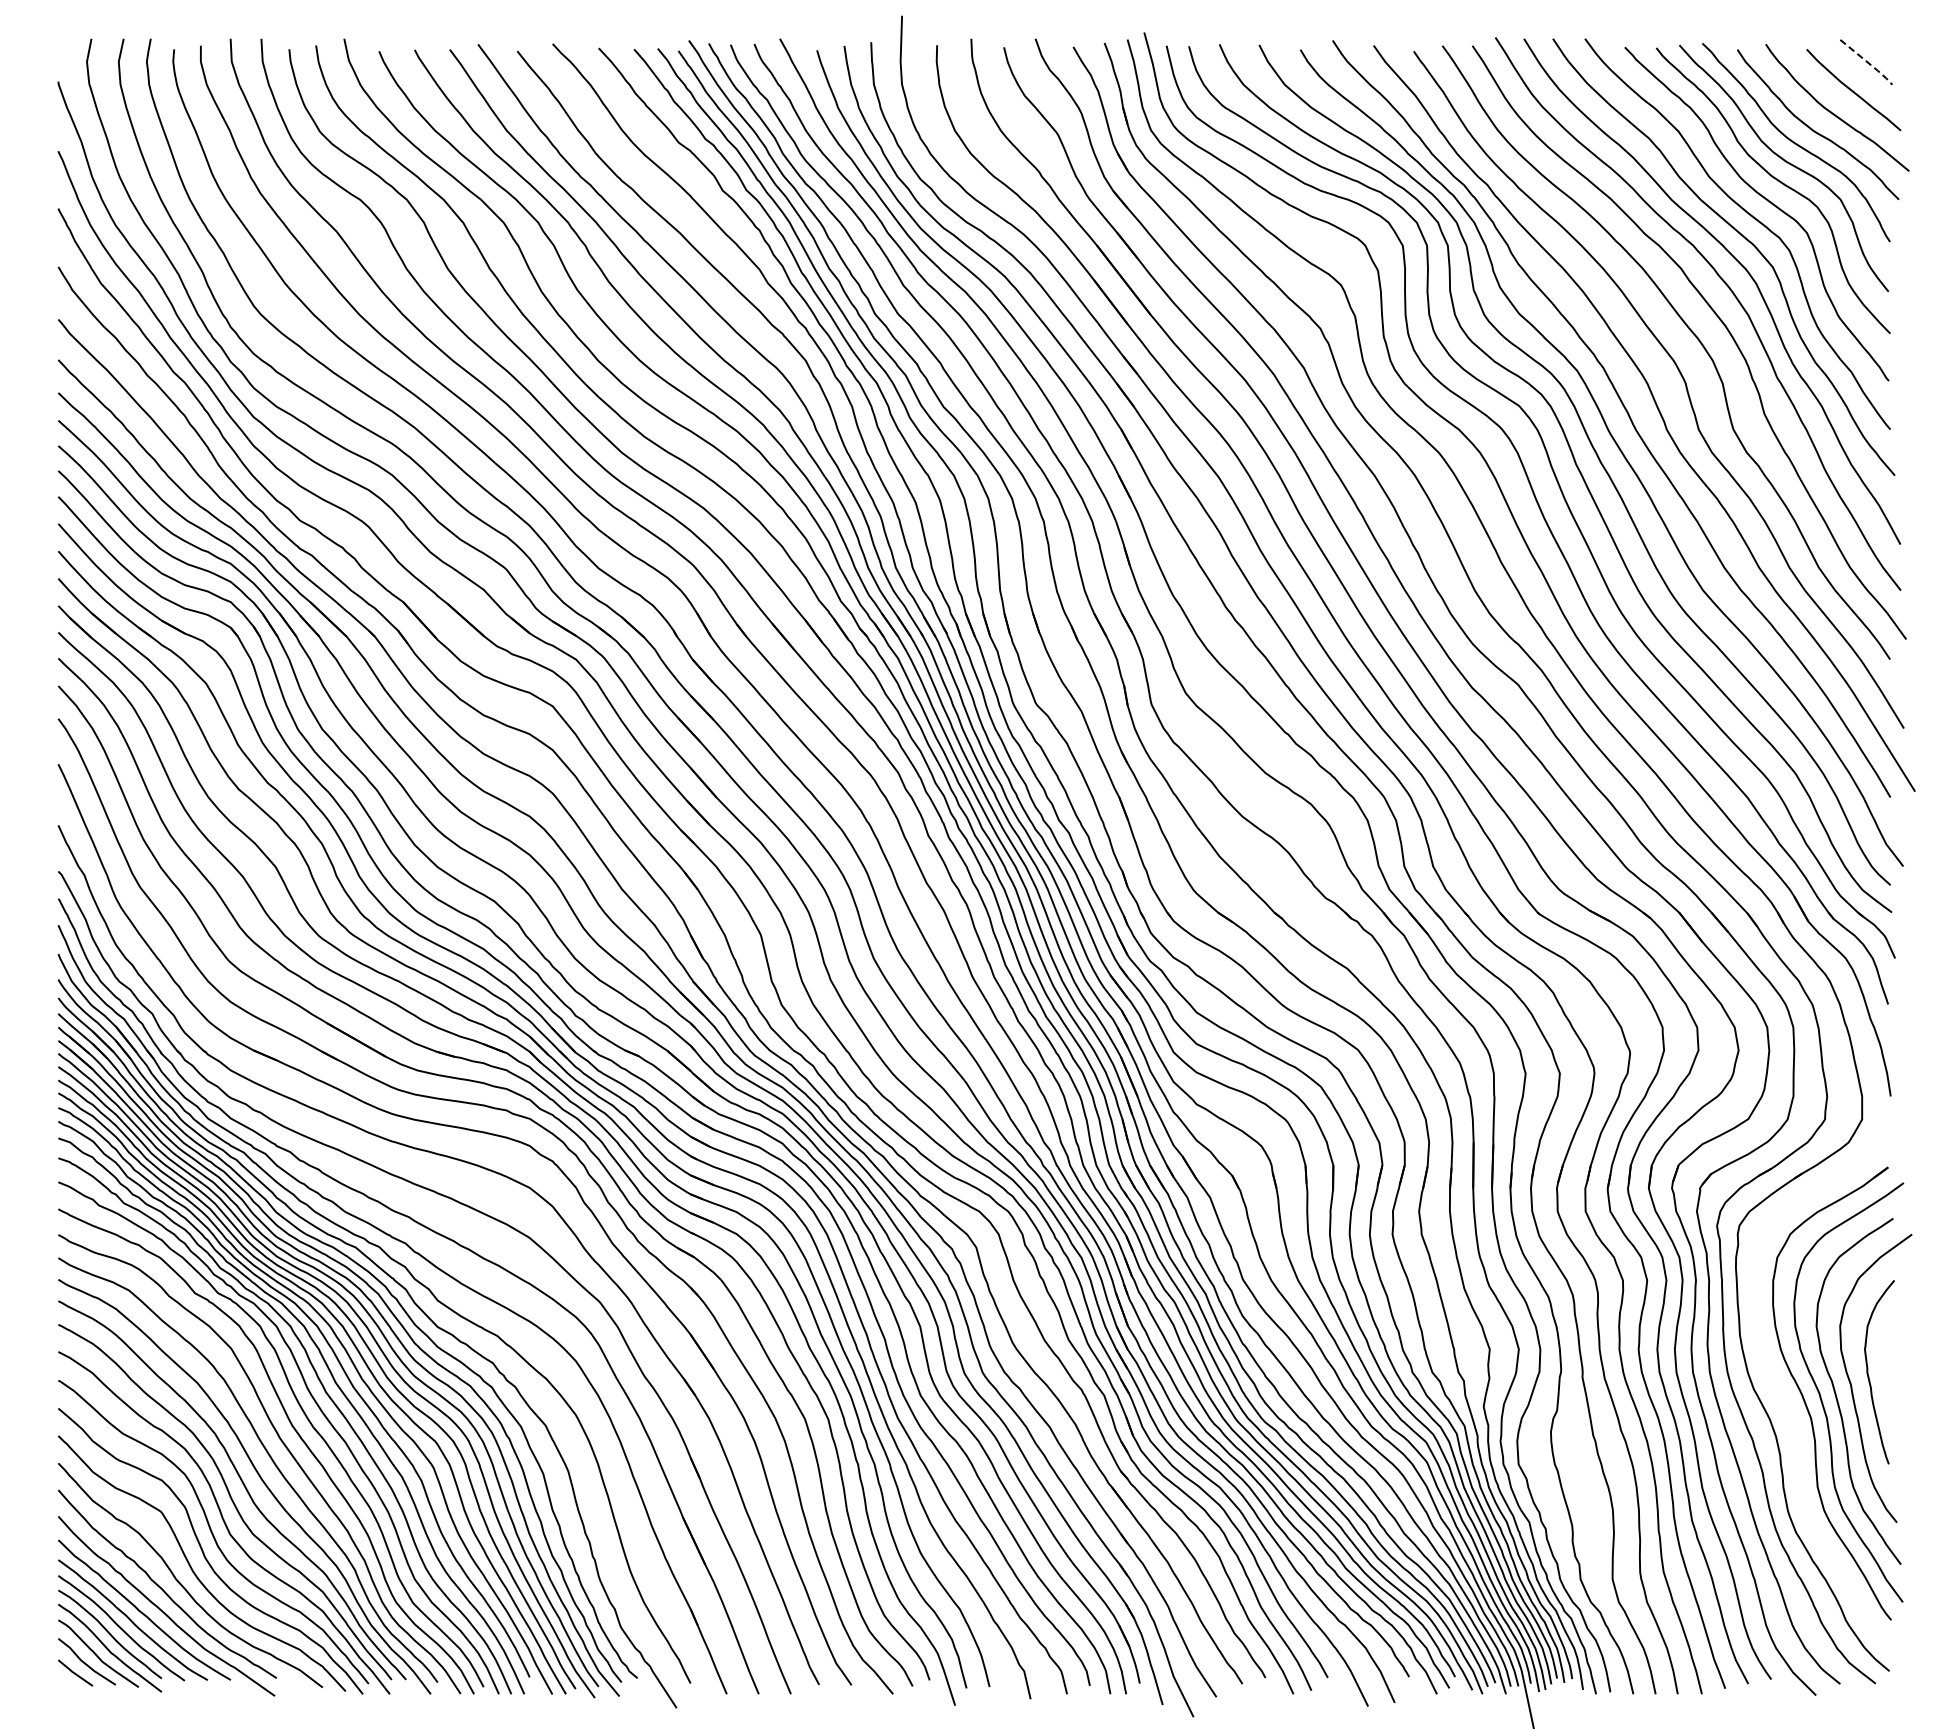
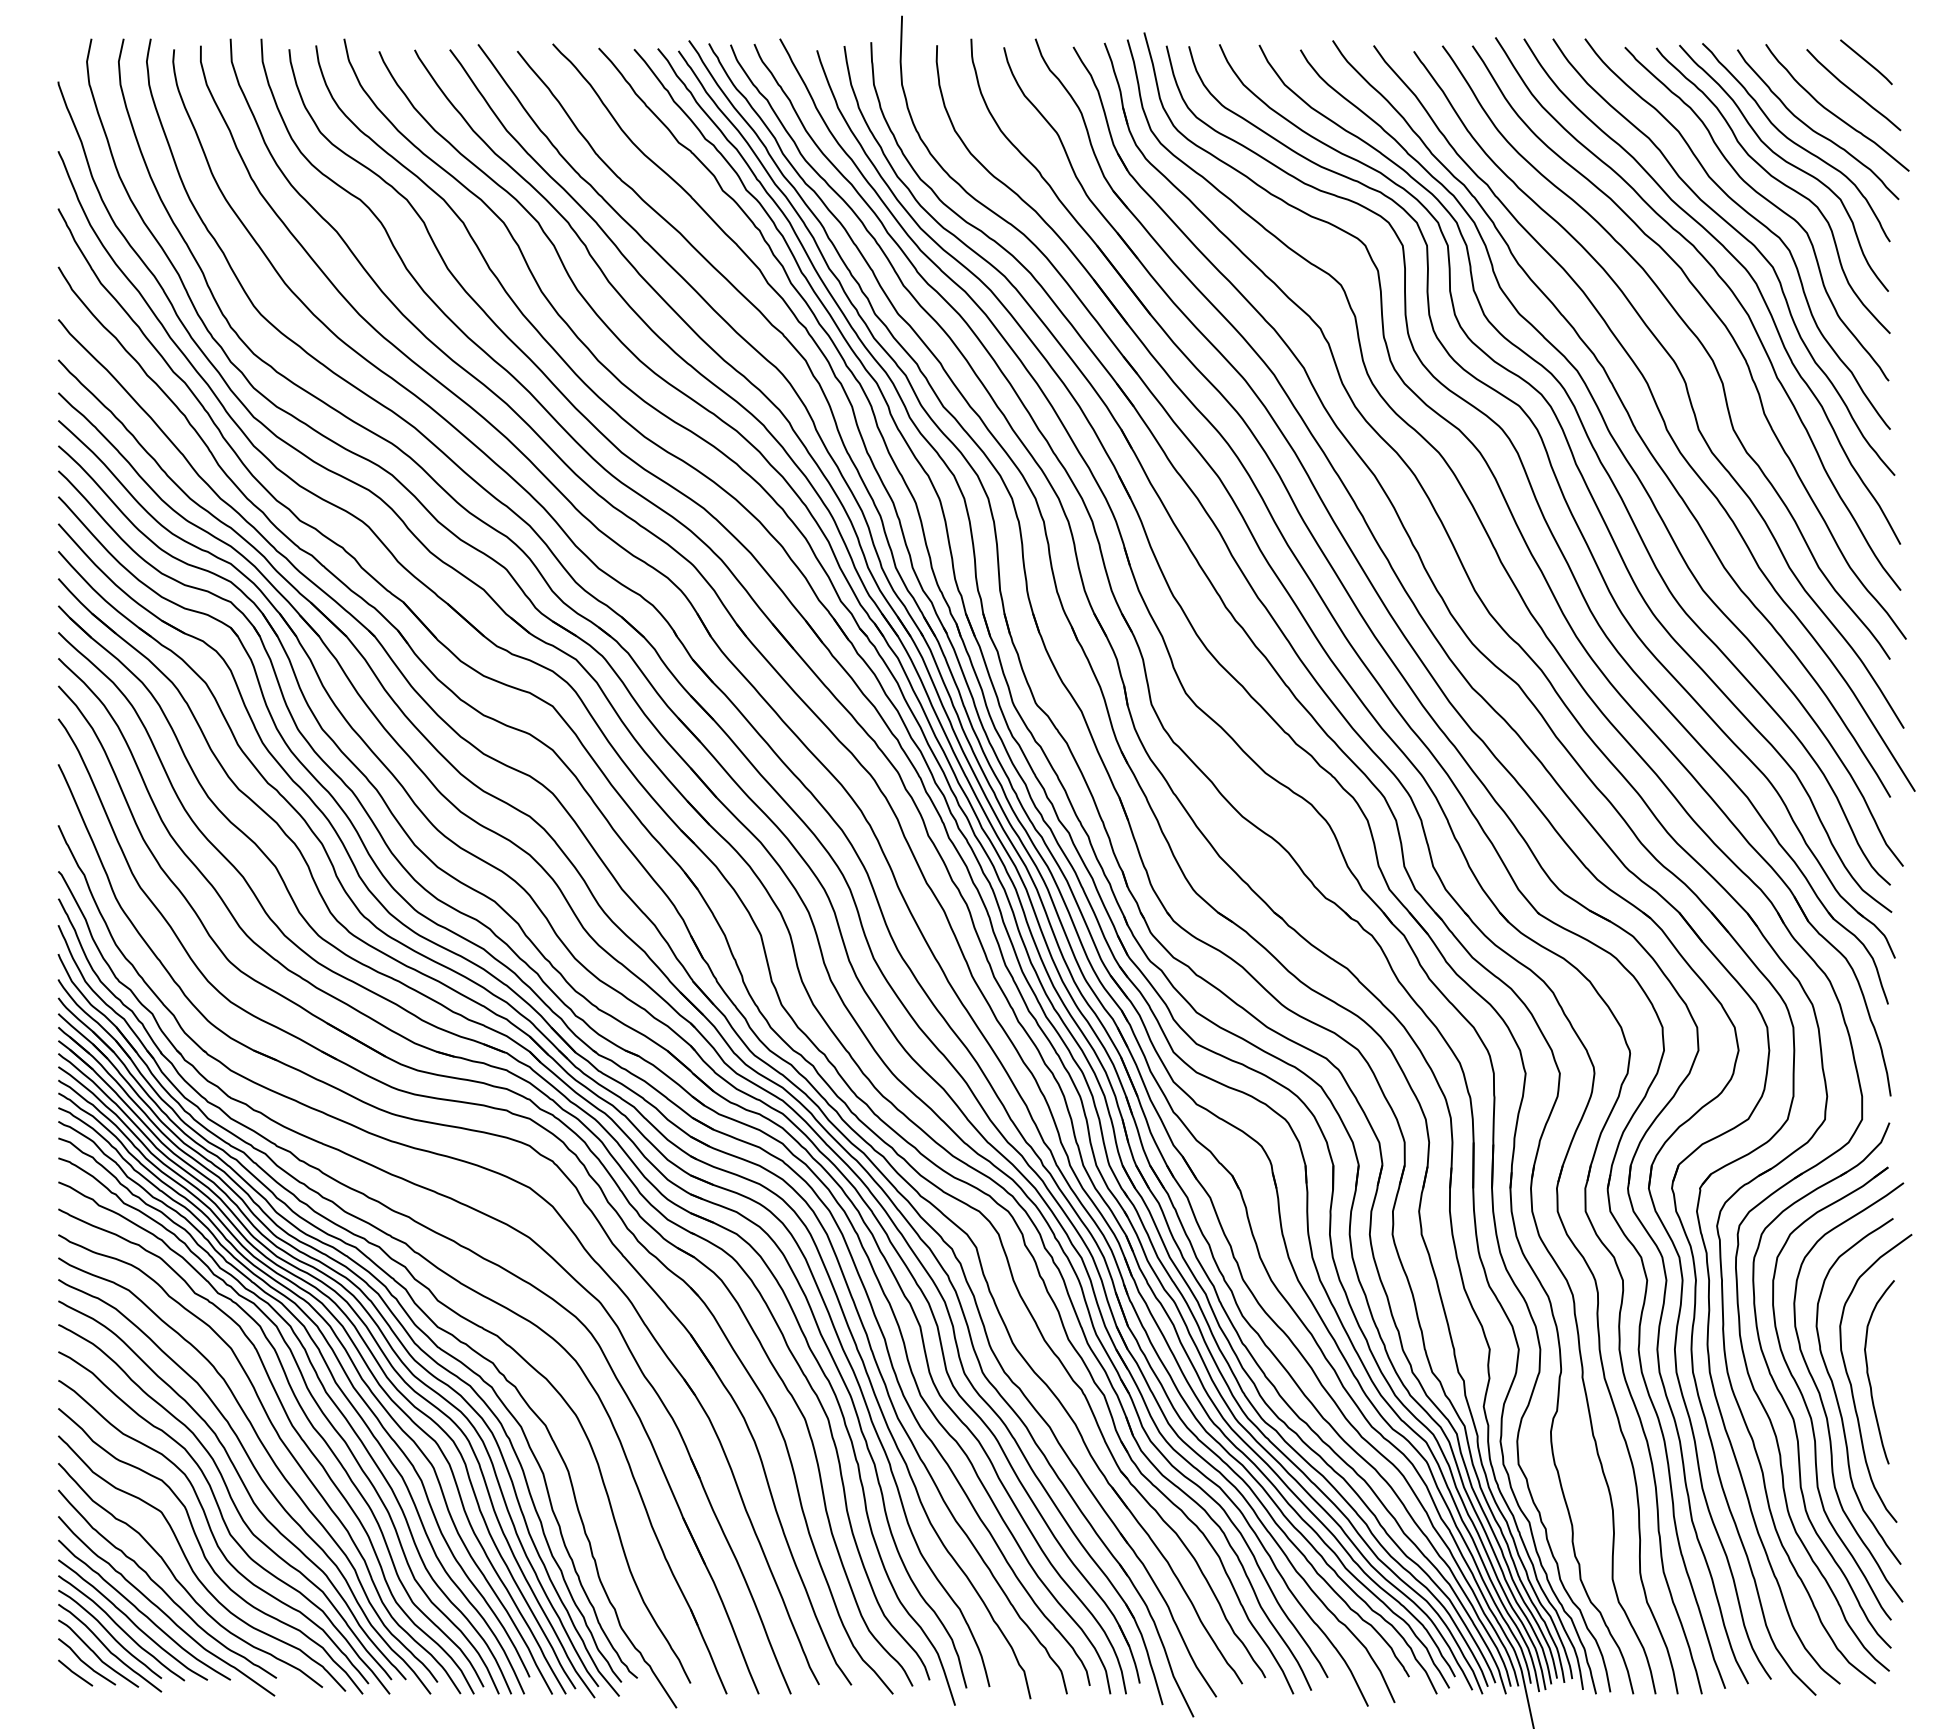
line at (1867, 62): dashed -> solid
part at (1786, 1402): none -> present
